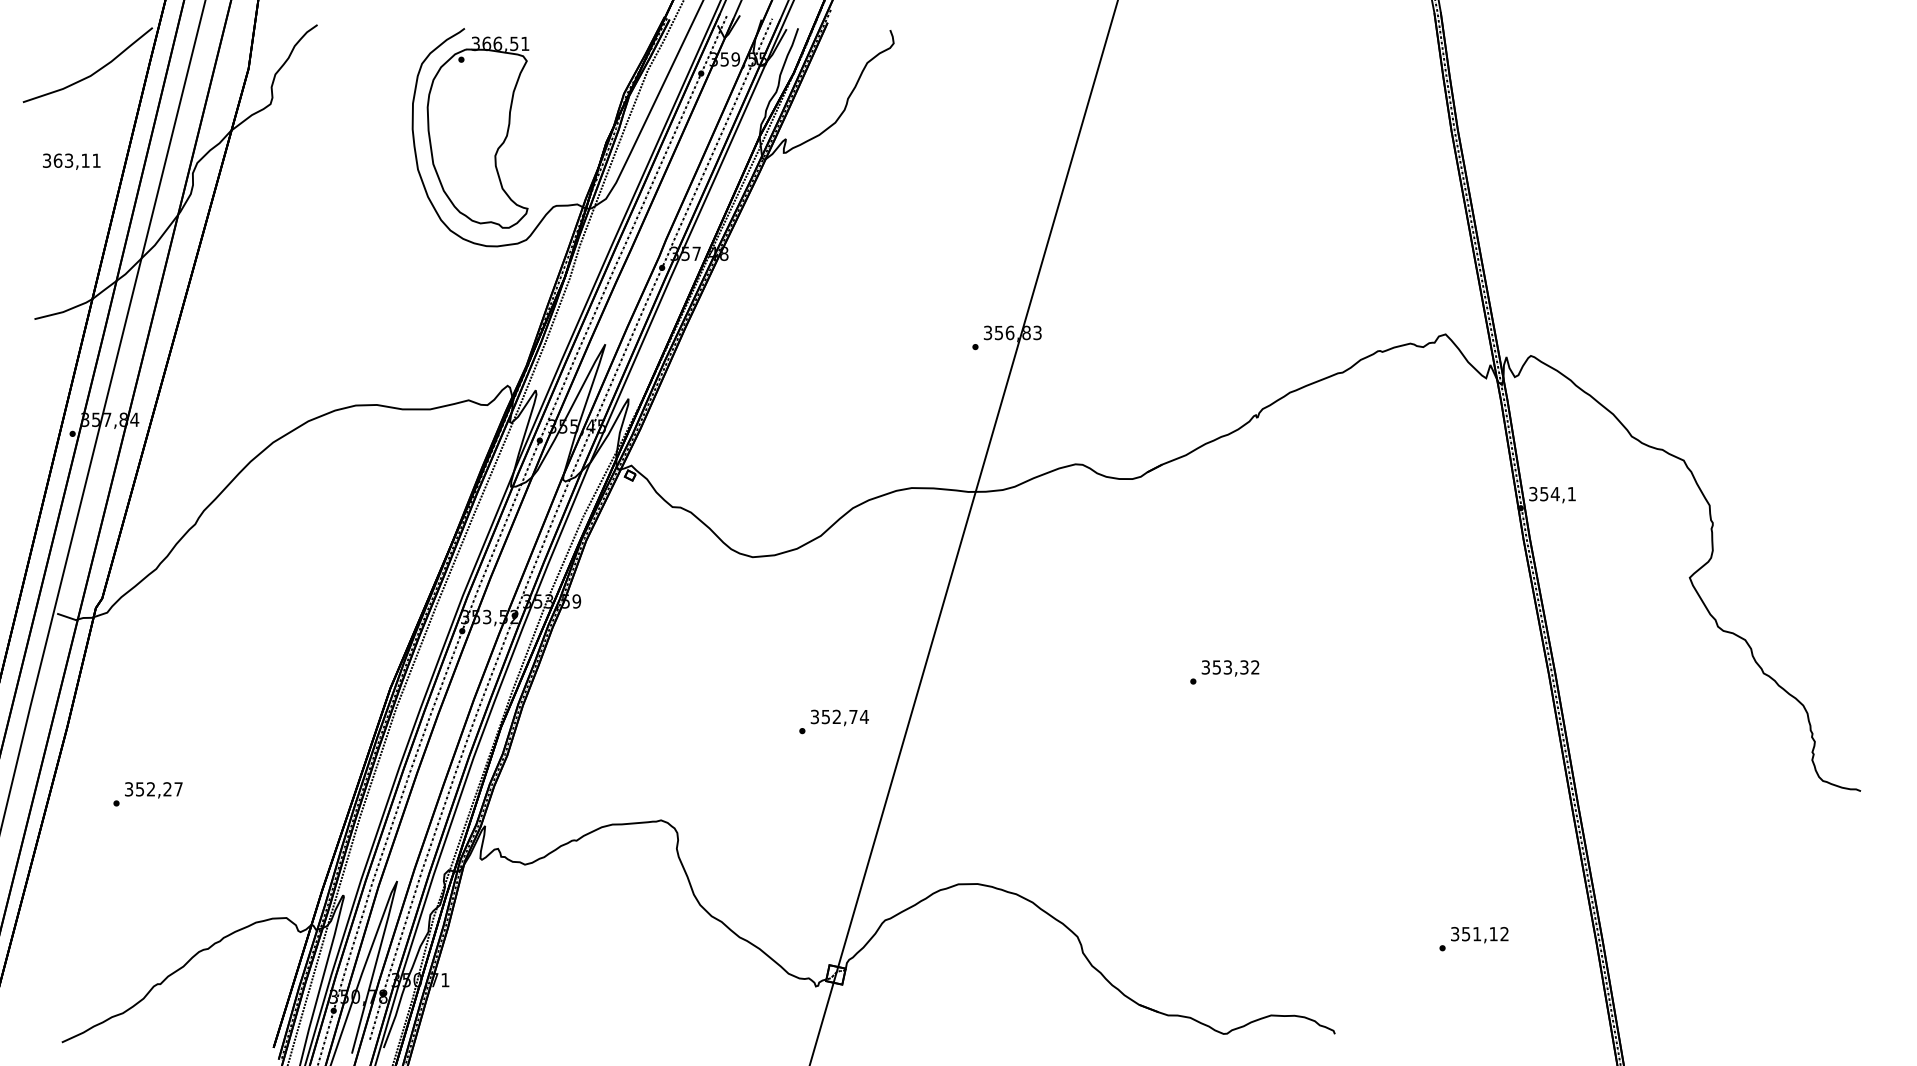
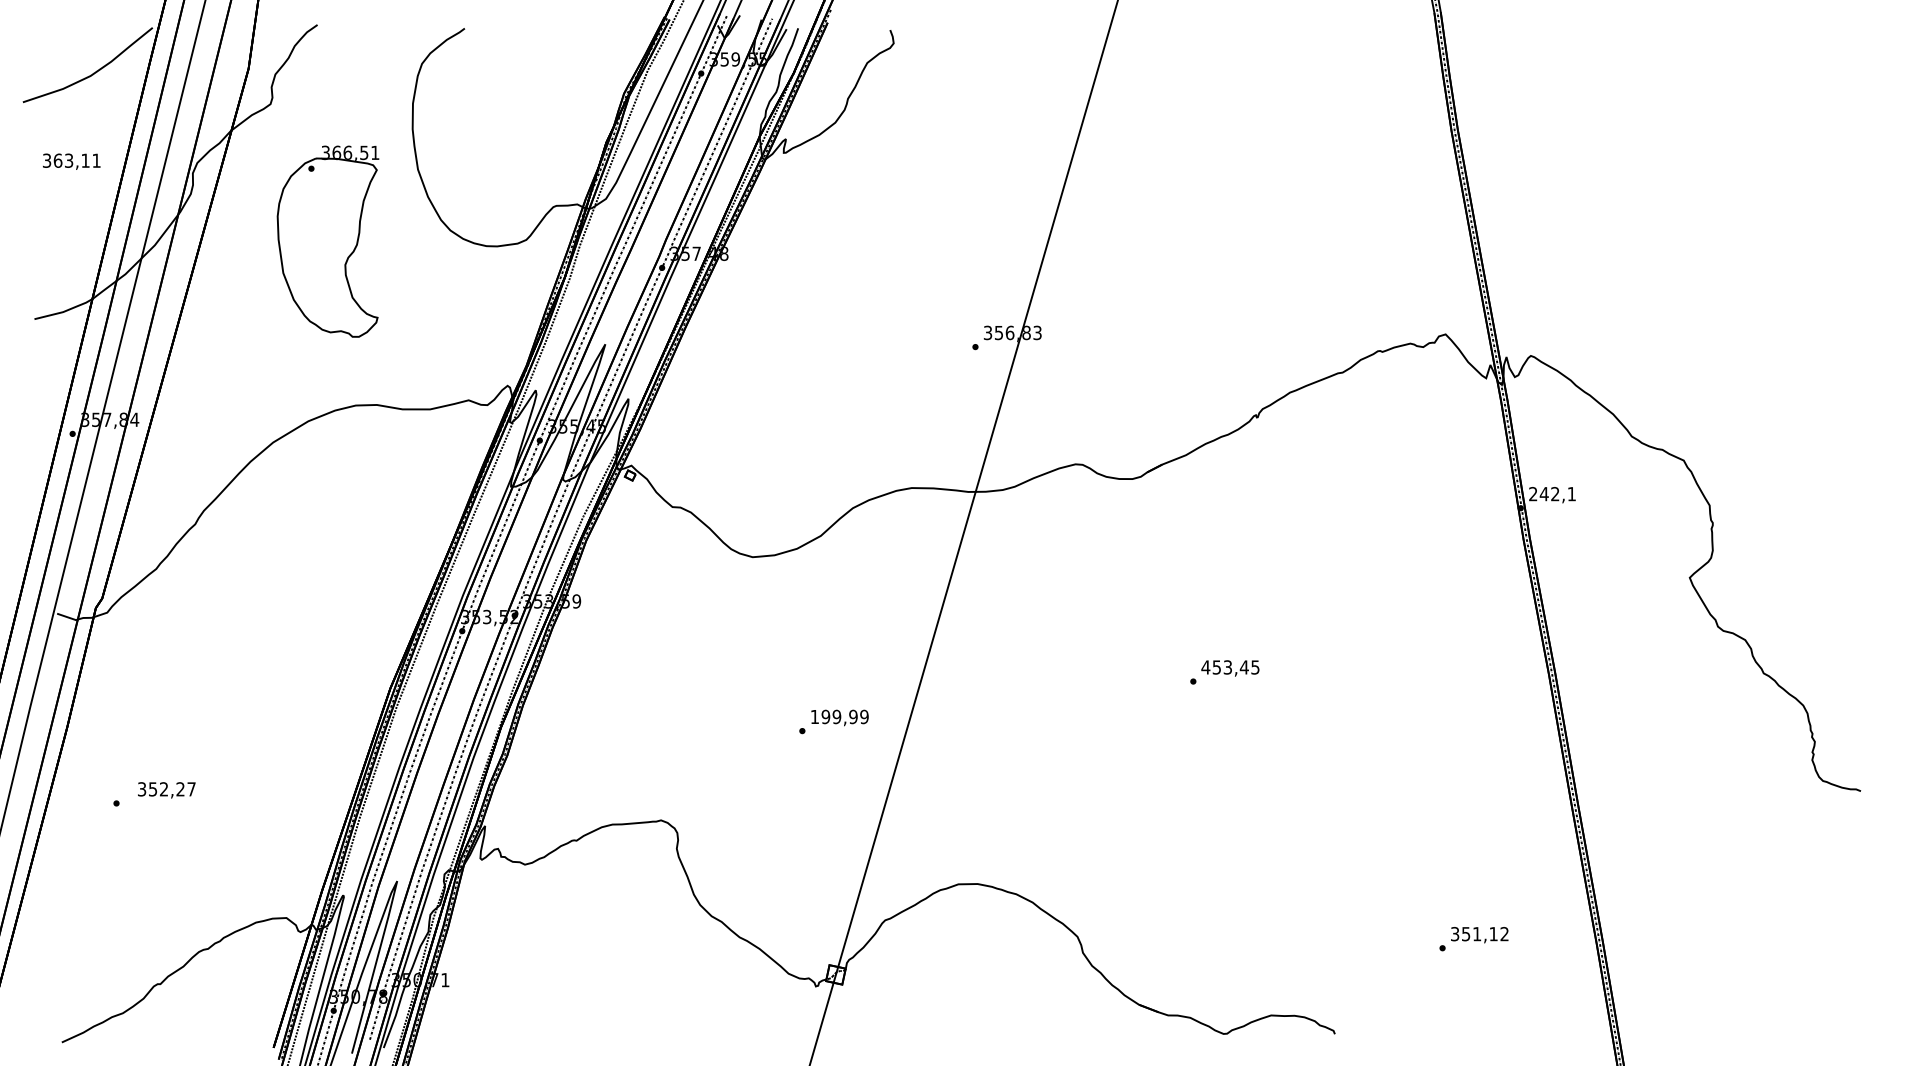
part at (477, 132) position: (477, 132) -> (327, 241)
text at (1544, 494): 354,1 -> 242,1
text at (1230, 667): 353,32 -> 453,45
text at (839, 716): 352,74 -> 199,99
text at (153, 790) position: (153, 790) -> (166, 790)
